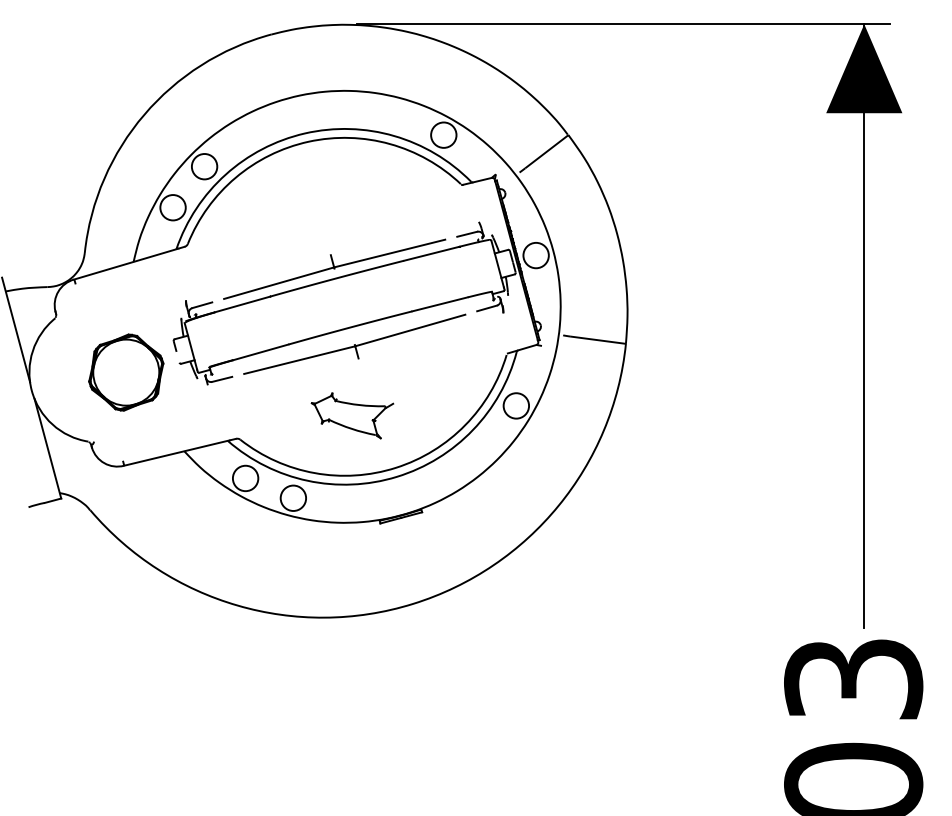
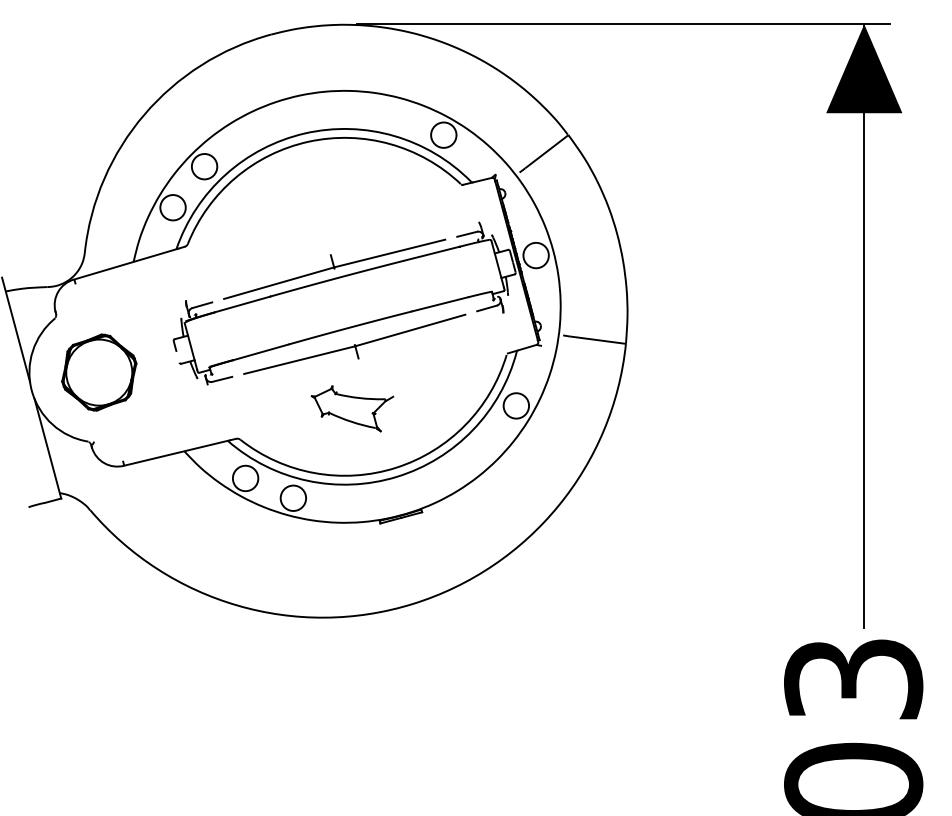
part at (126, 372) position: (126, 372) -> (99, 372)
part at (352, 415) position: (352, 415) -> (352, 408)
